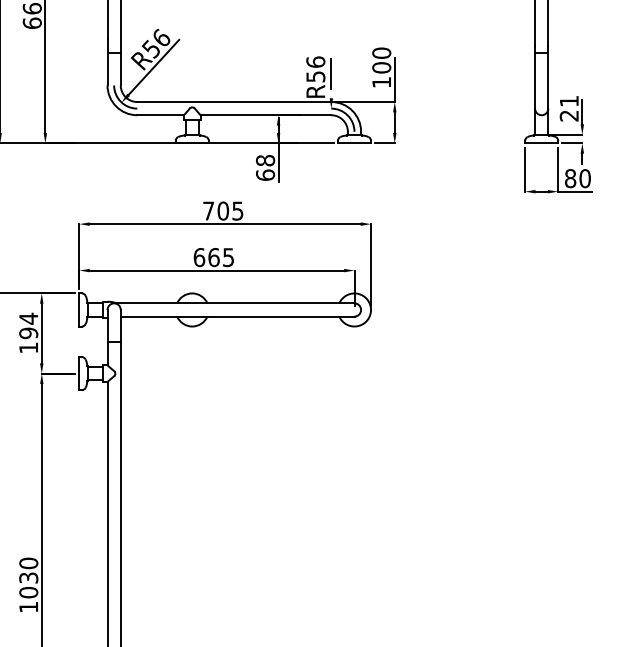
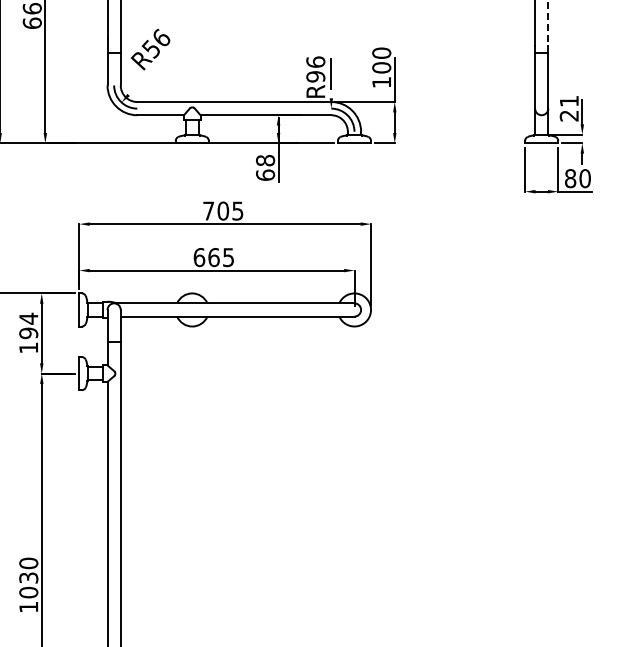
line at (548, 23): solid -> dashed
line at (153, 66): present -> none
text at (315, 76): R56 -> R96
